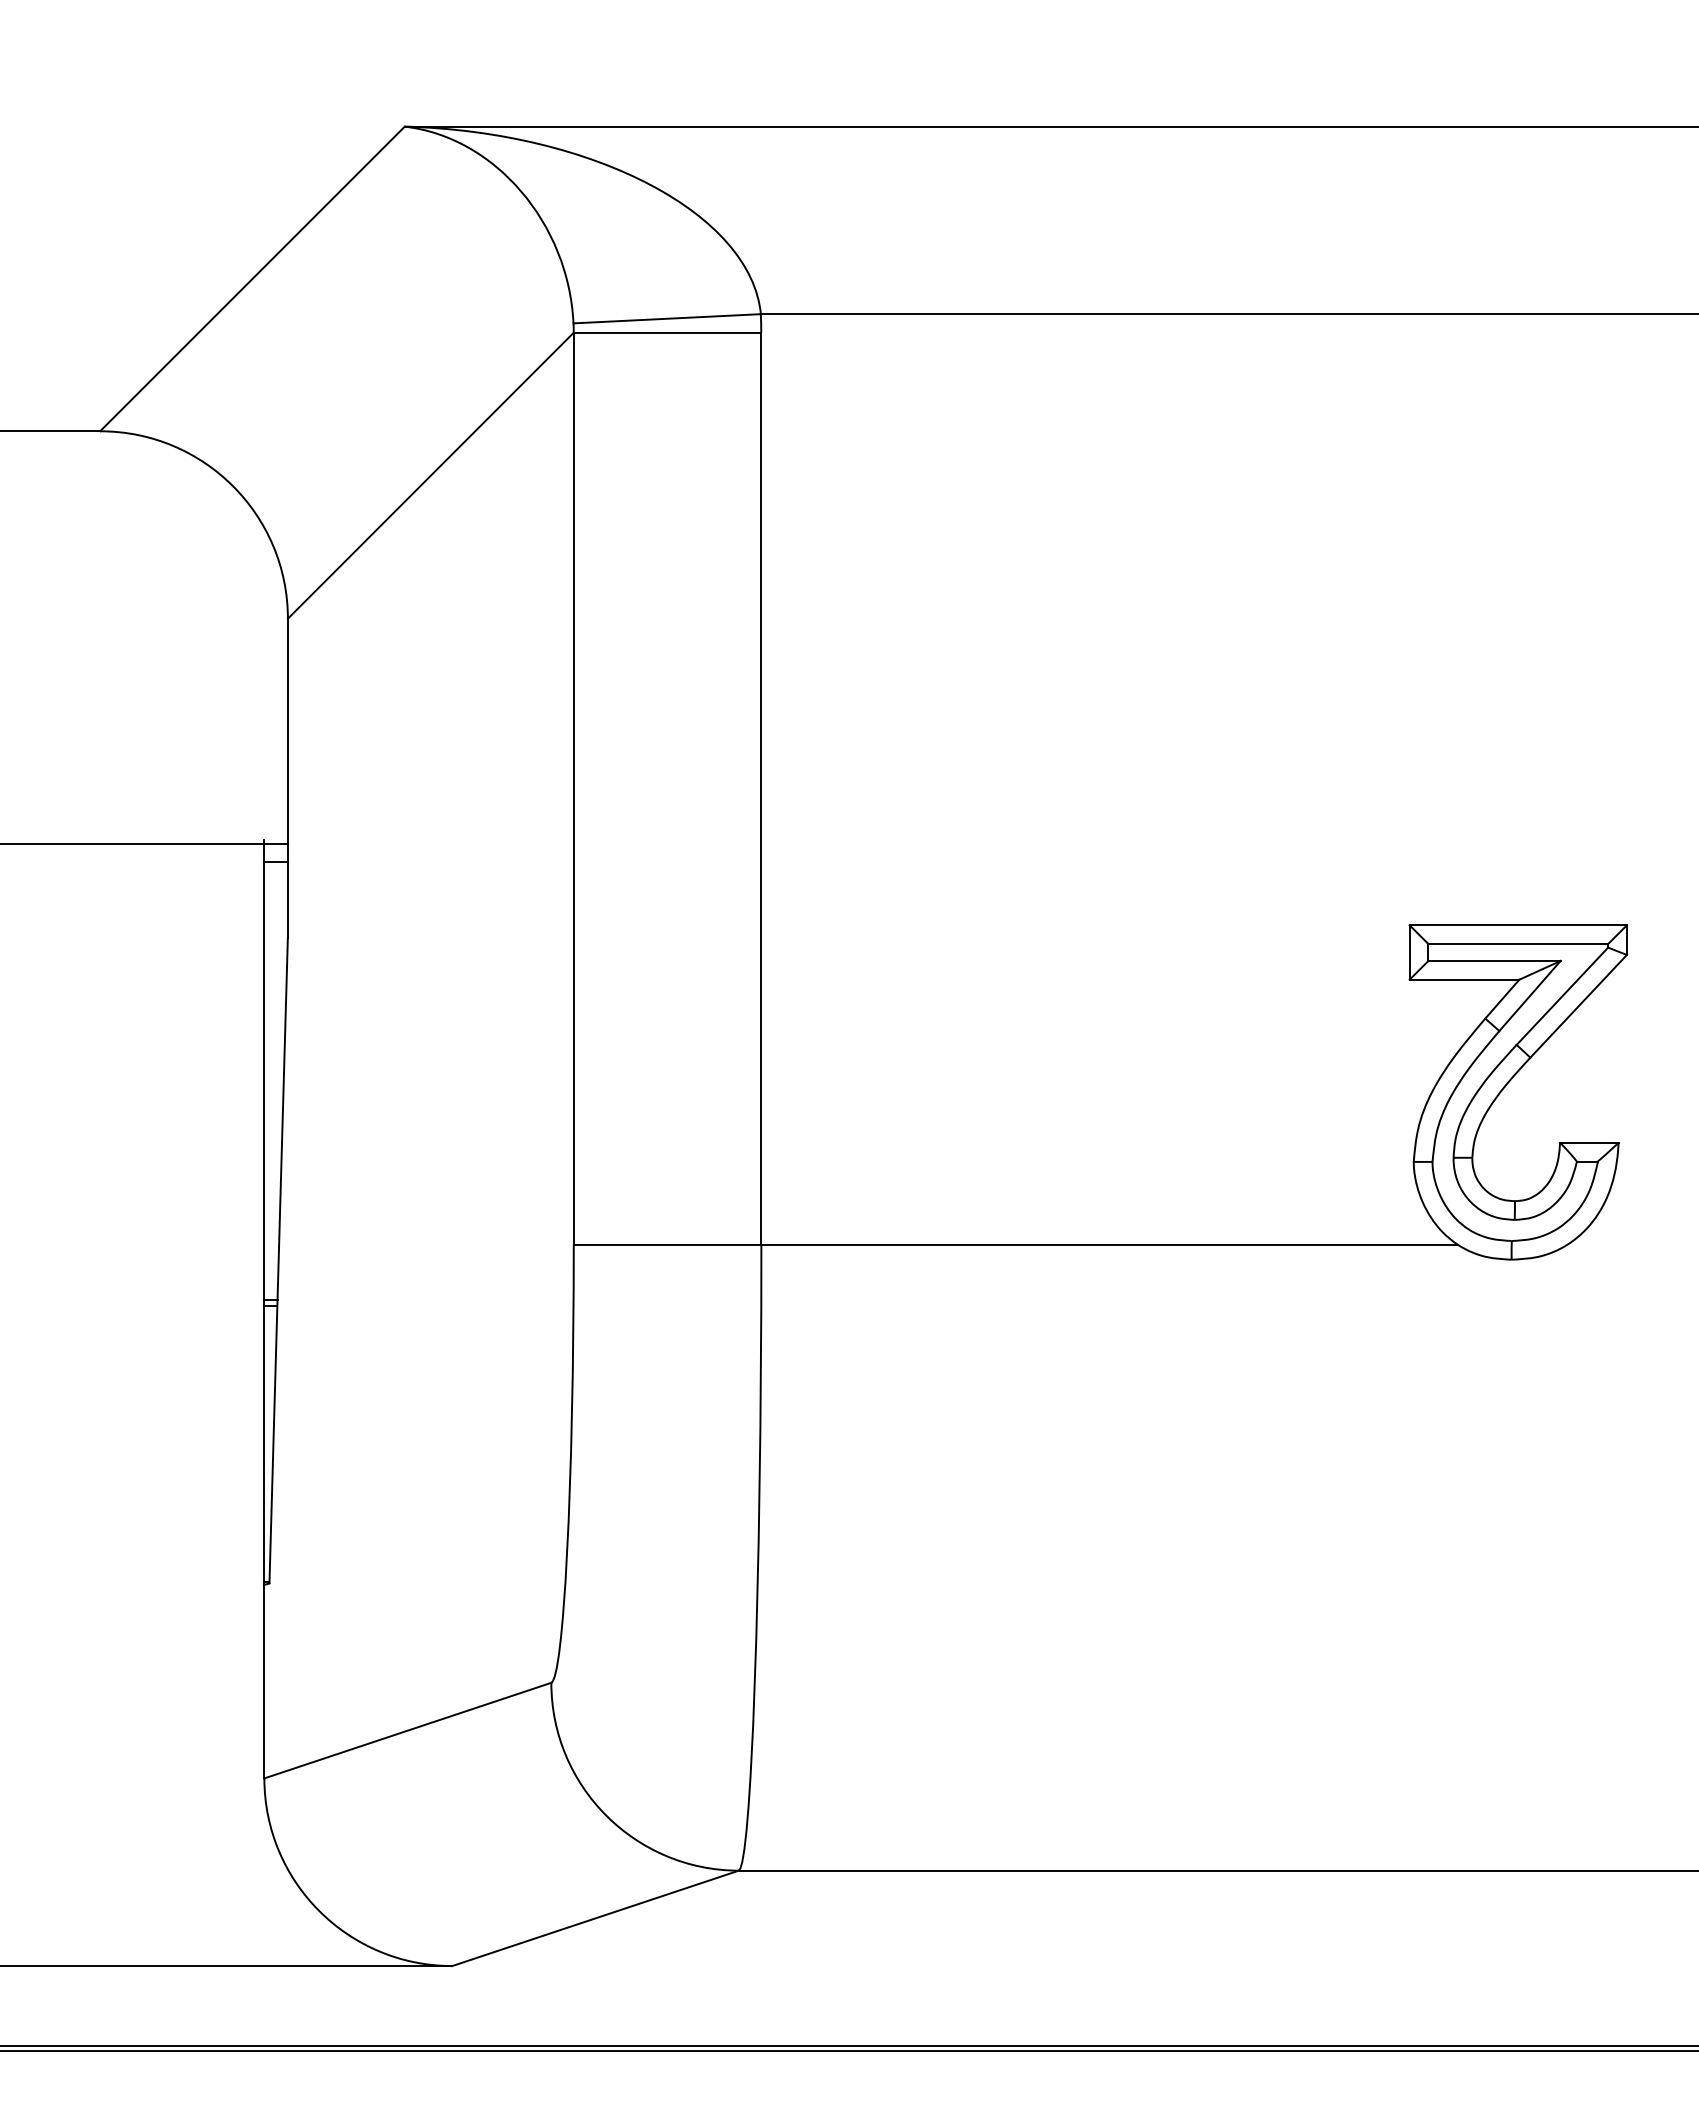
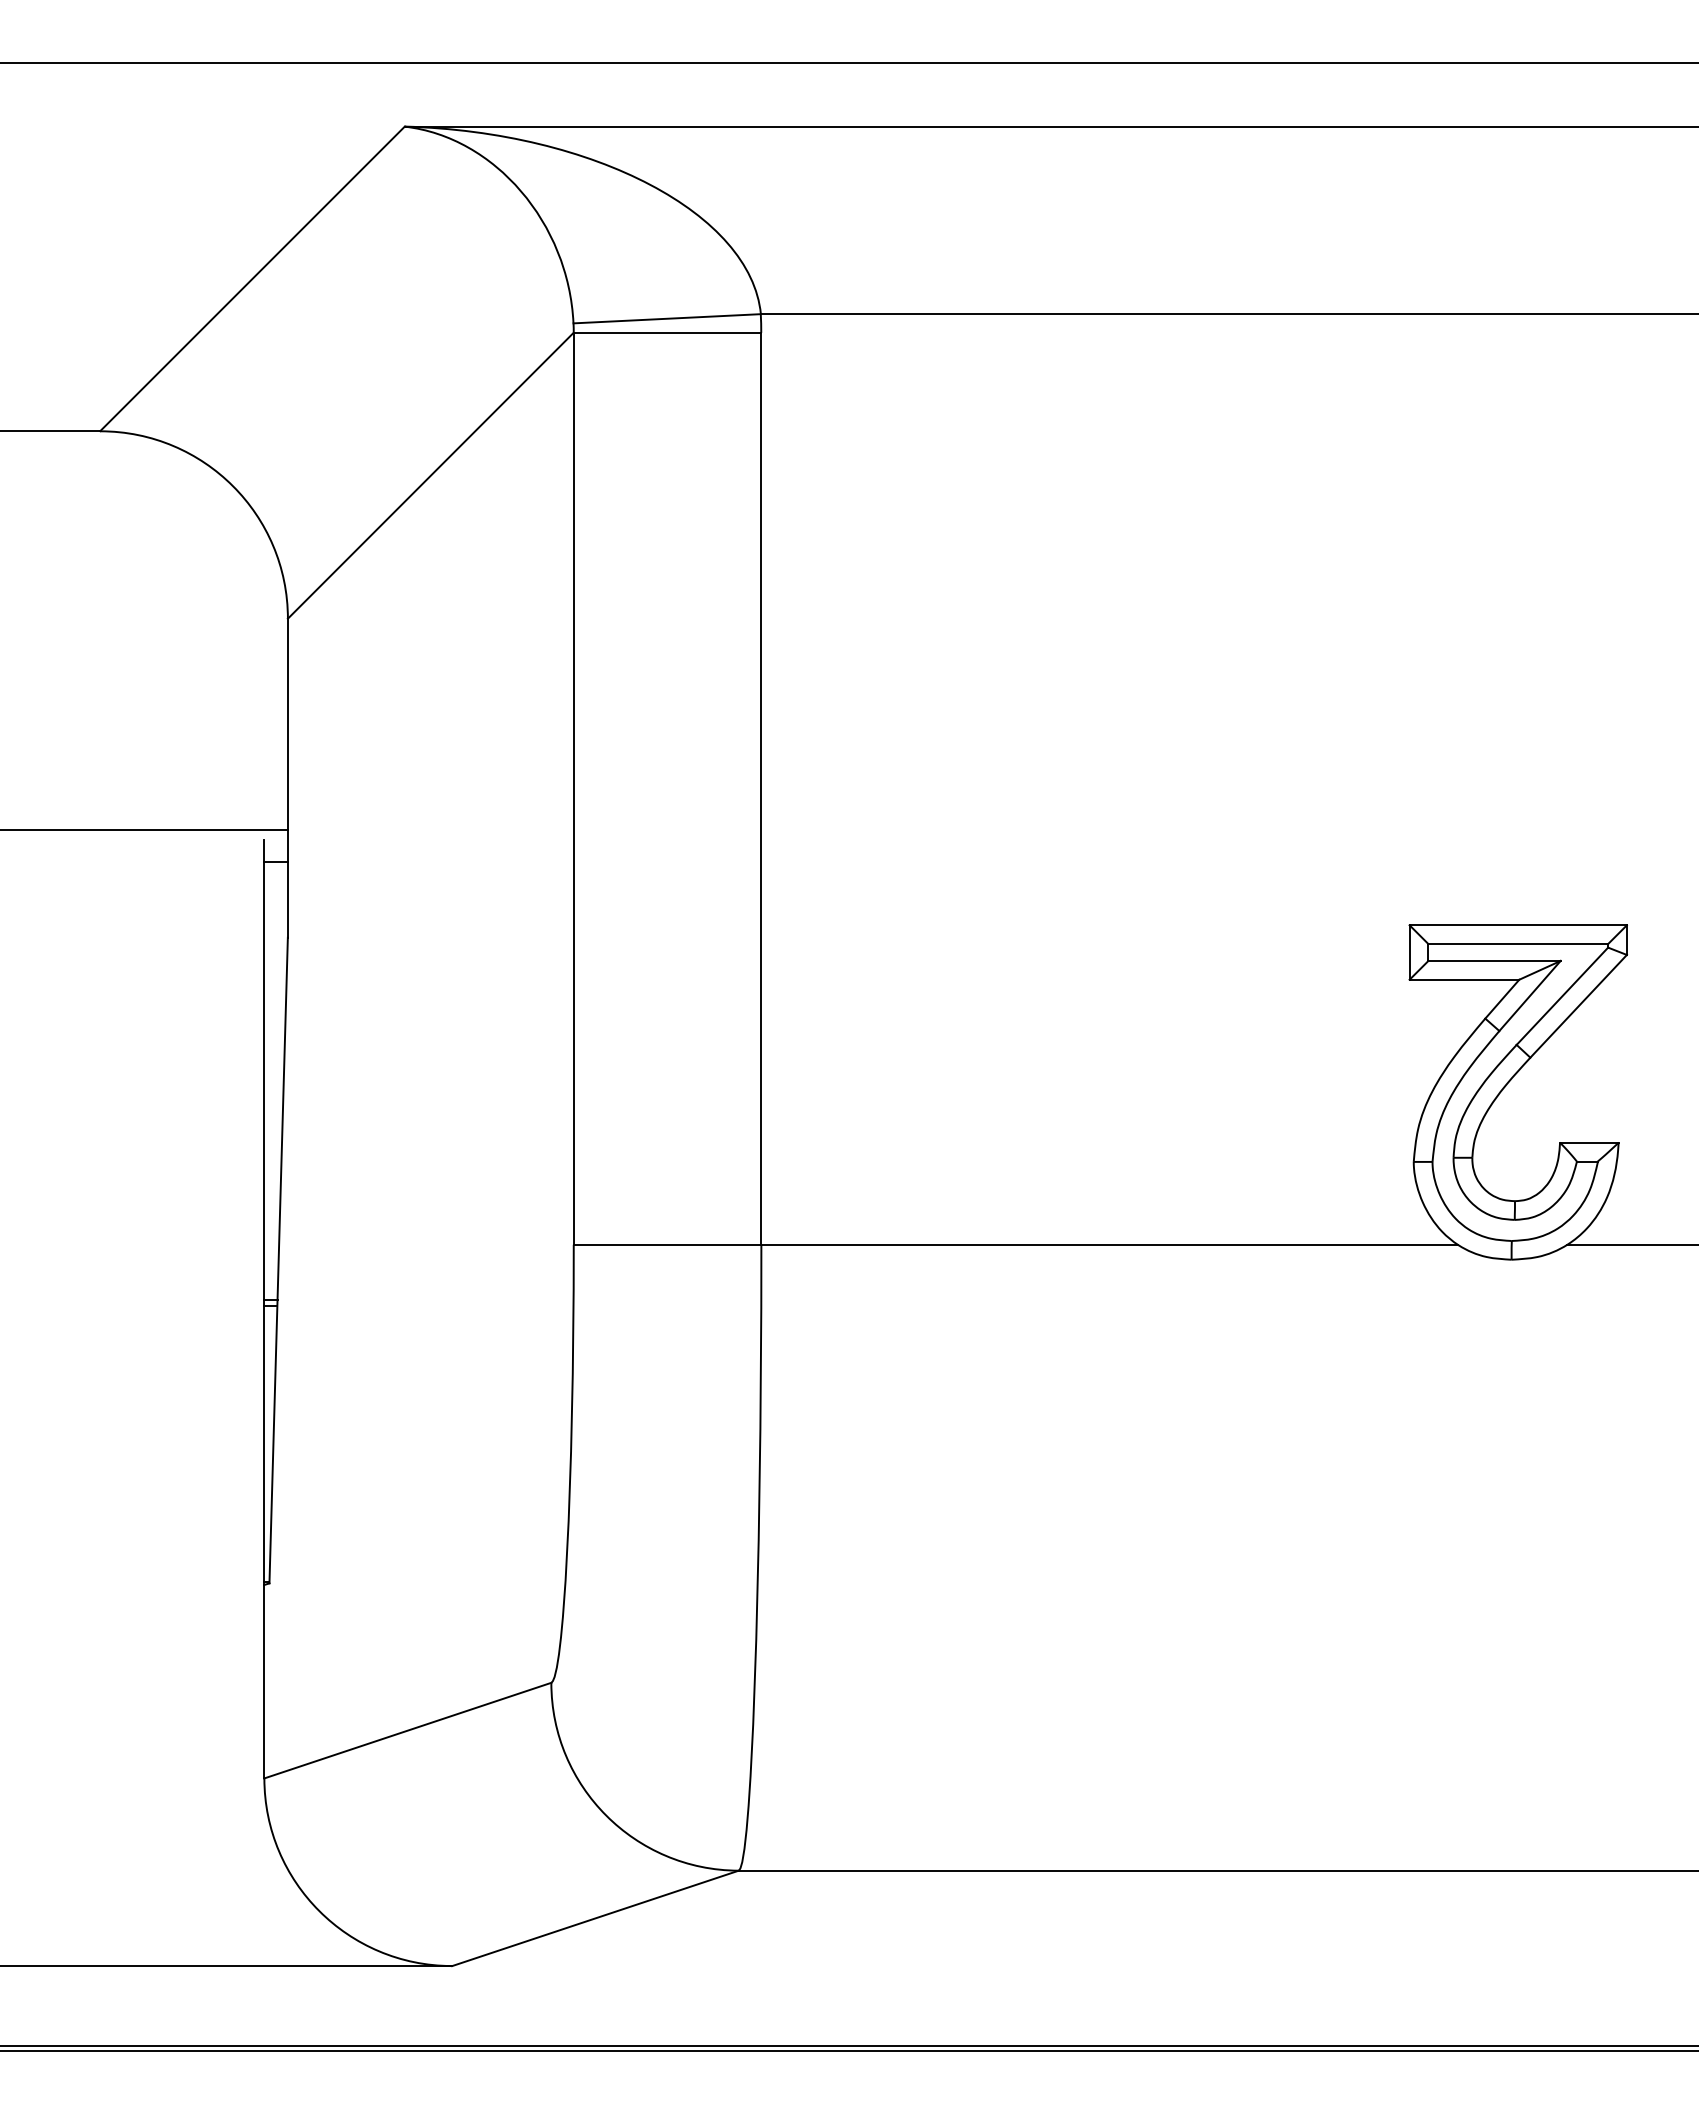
line at (848, 63): none -> present
line at (144, 844) position: (144, 844) -> (144, 830)
line at (1631, 1244): none -> present
